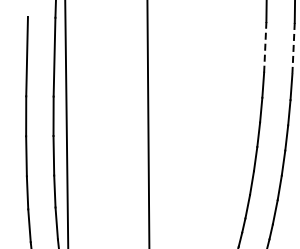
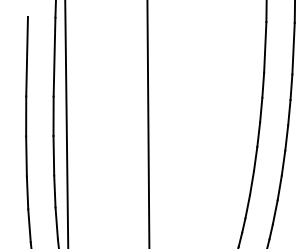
line at (265, 46): dashed -> solid
line at (293, 48): dashed -> solid
